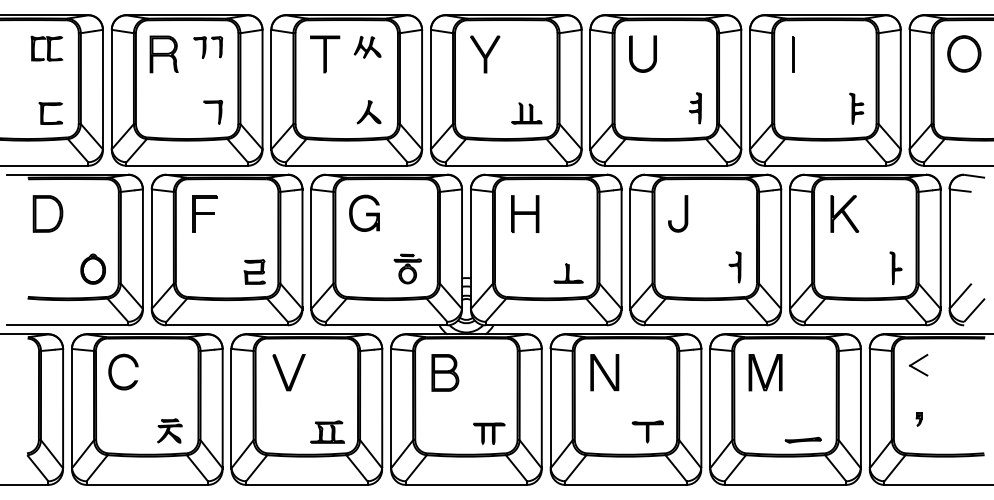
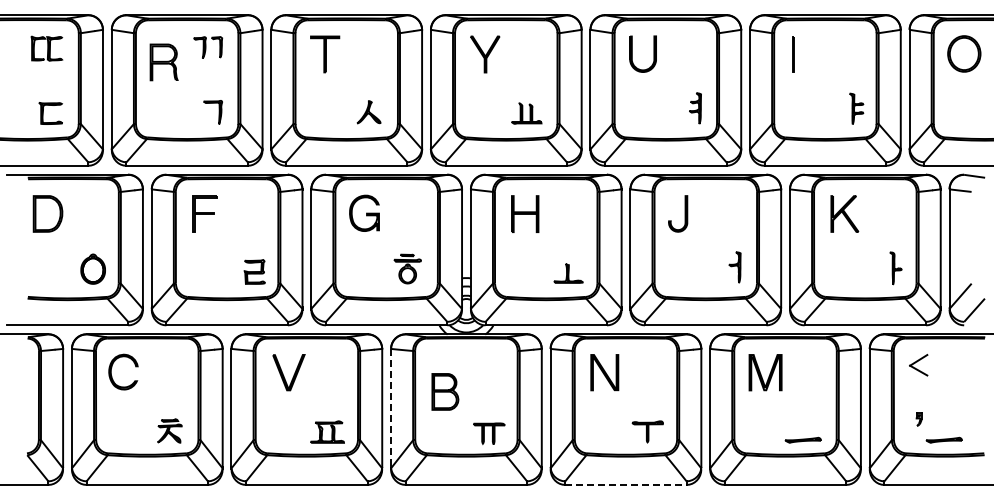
part at (367, 47): present -> none
part at (163, 54) position: (163, 54) -> (163, 62)
part at (445, 372) position: (445, 372) -> (445, 391)
line at (391, 408): solid -> dashed
part at (943, 439): none -> present
line at (625, 484): solid -> dashed
